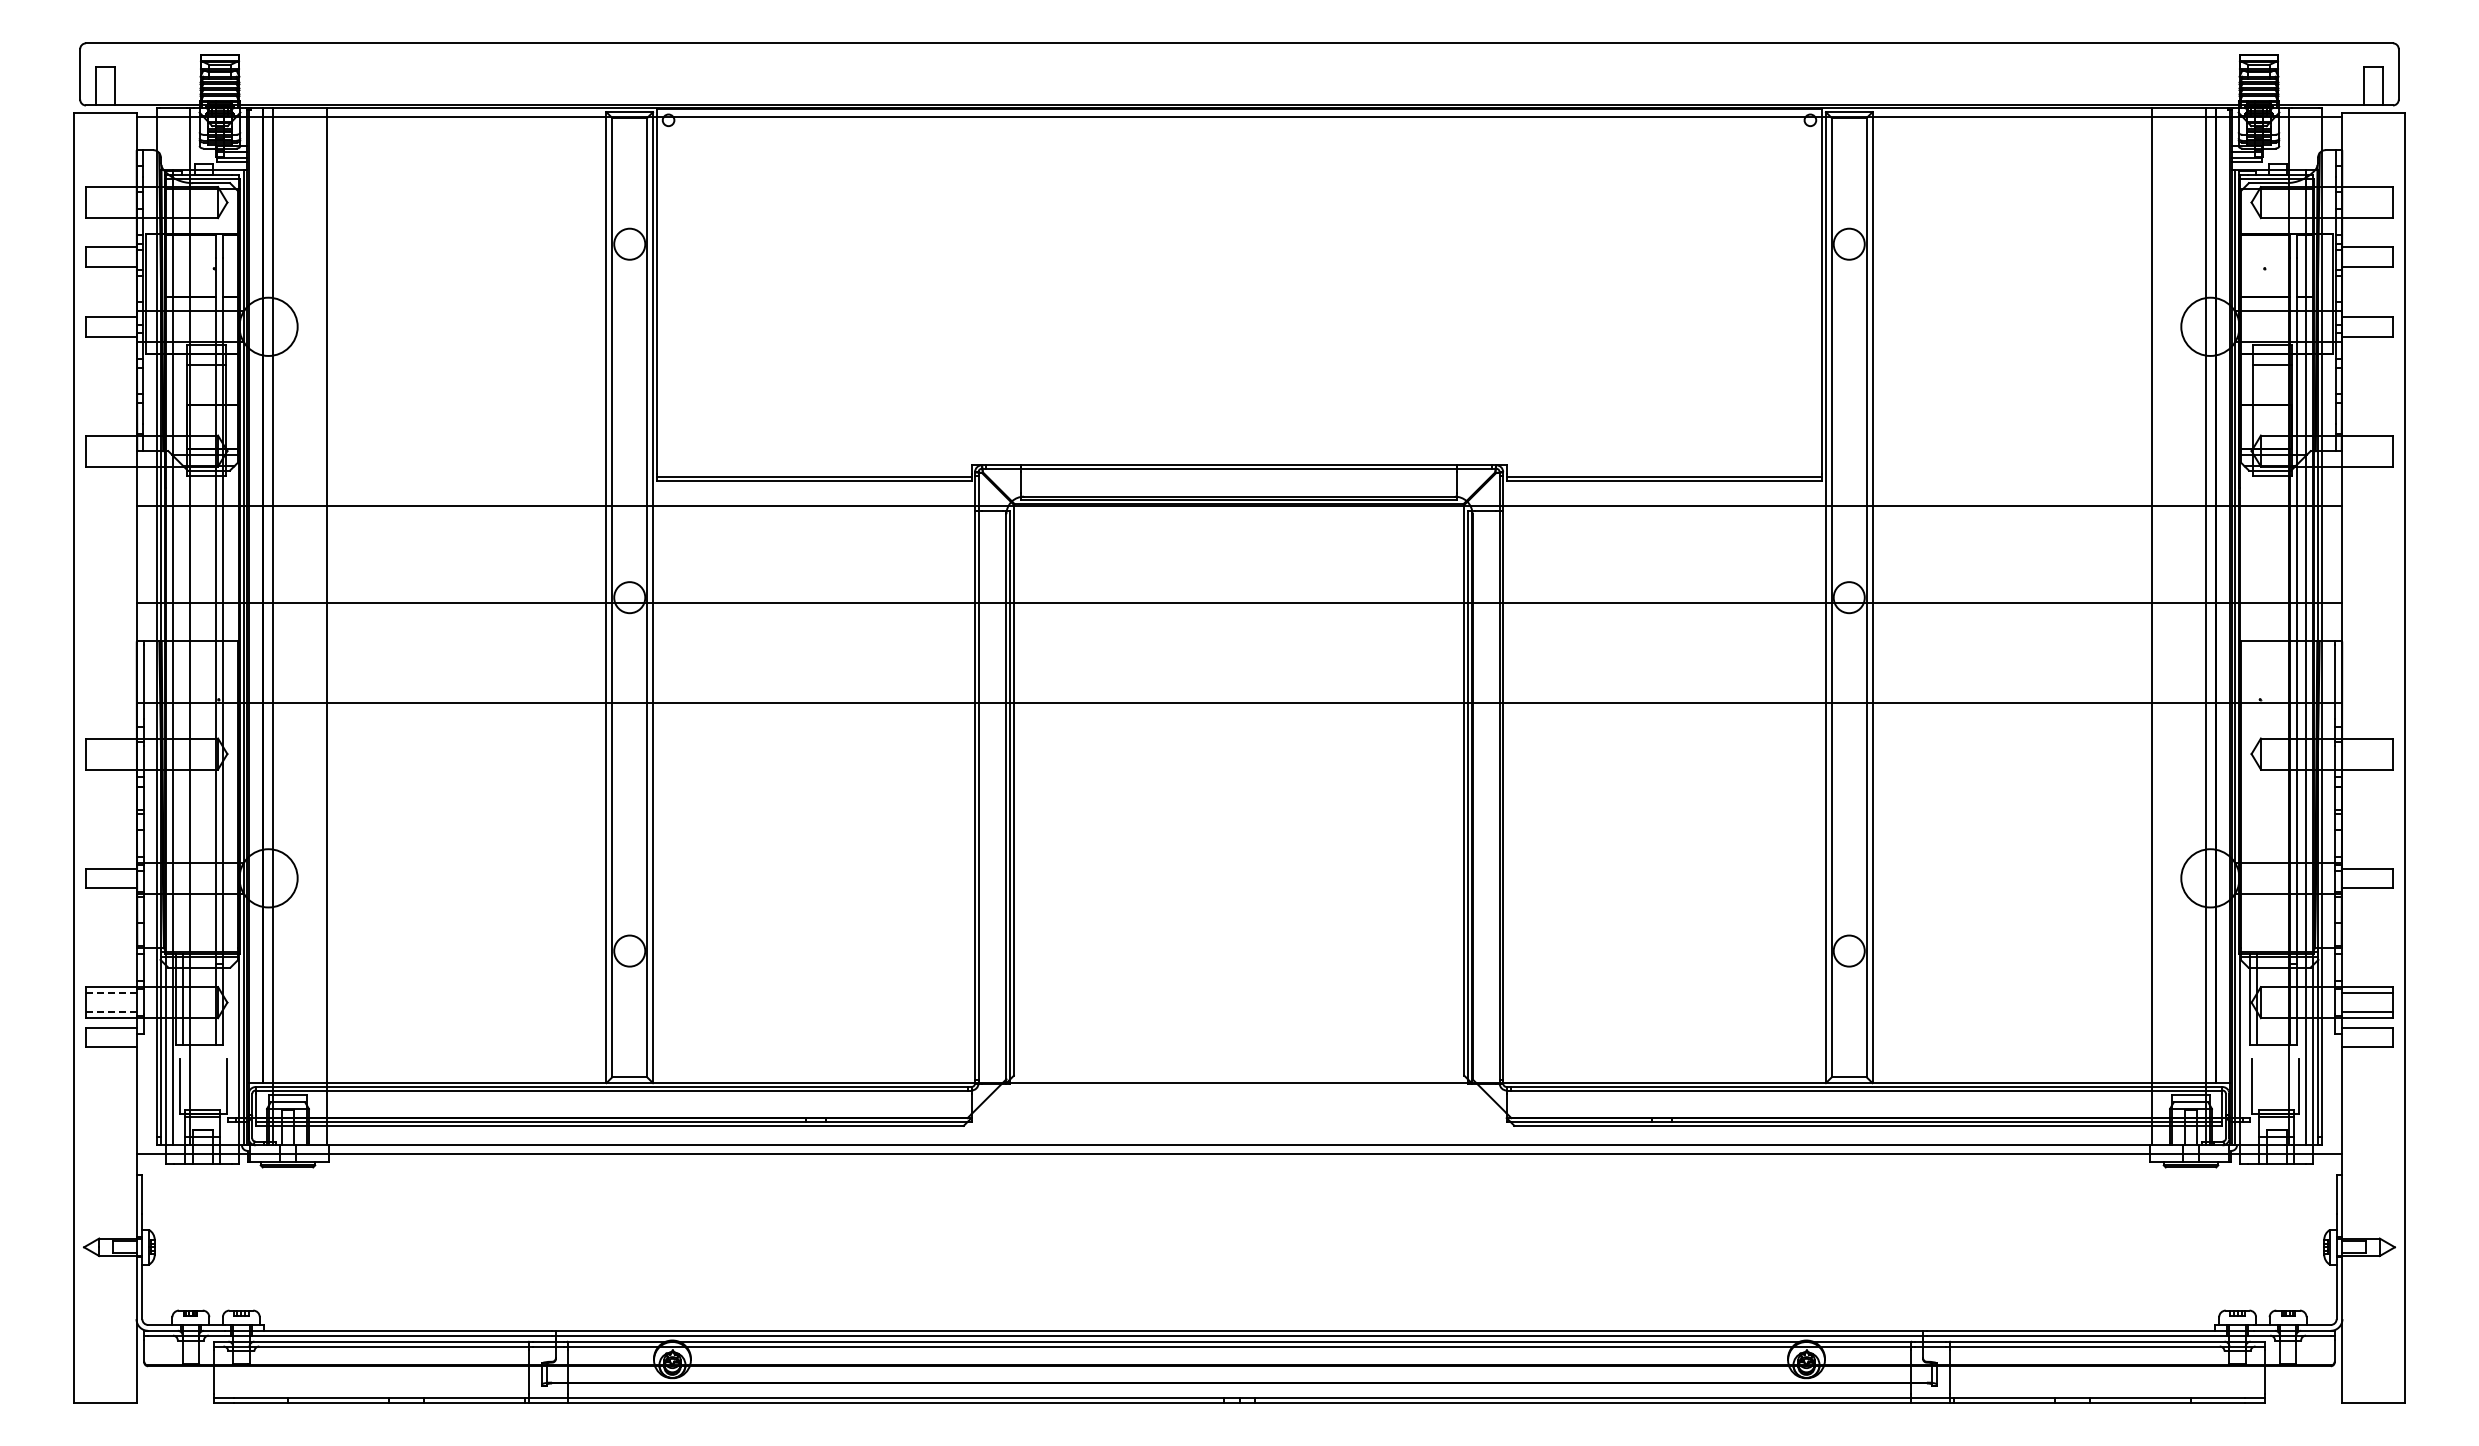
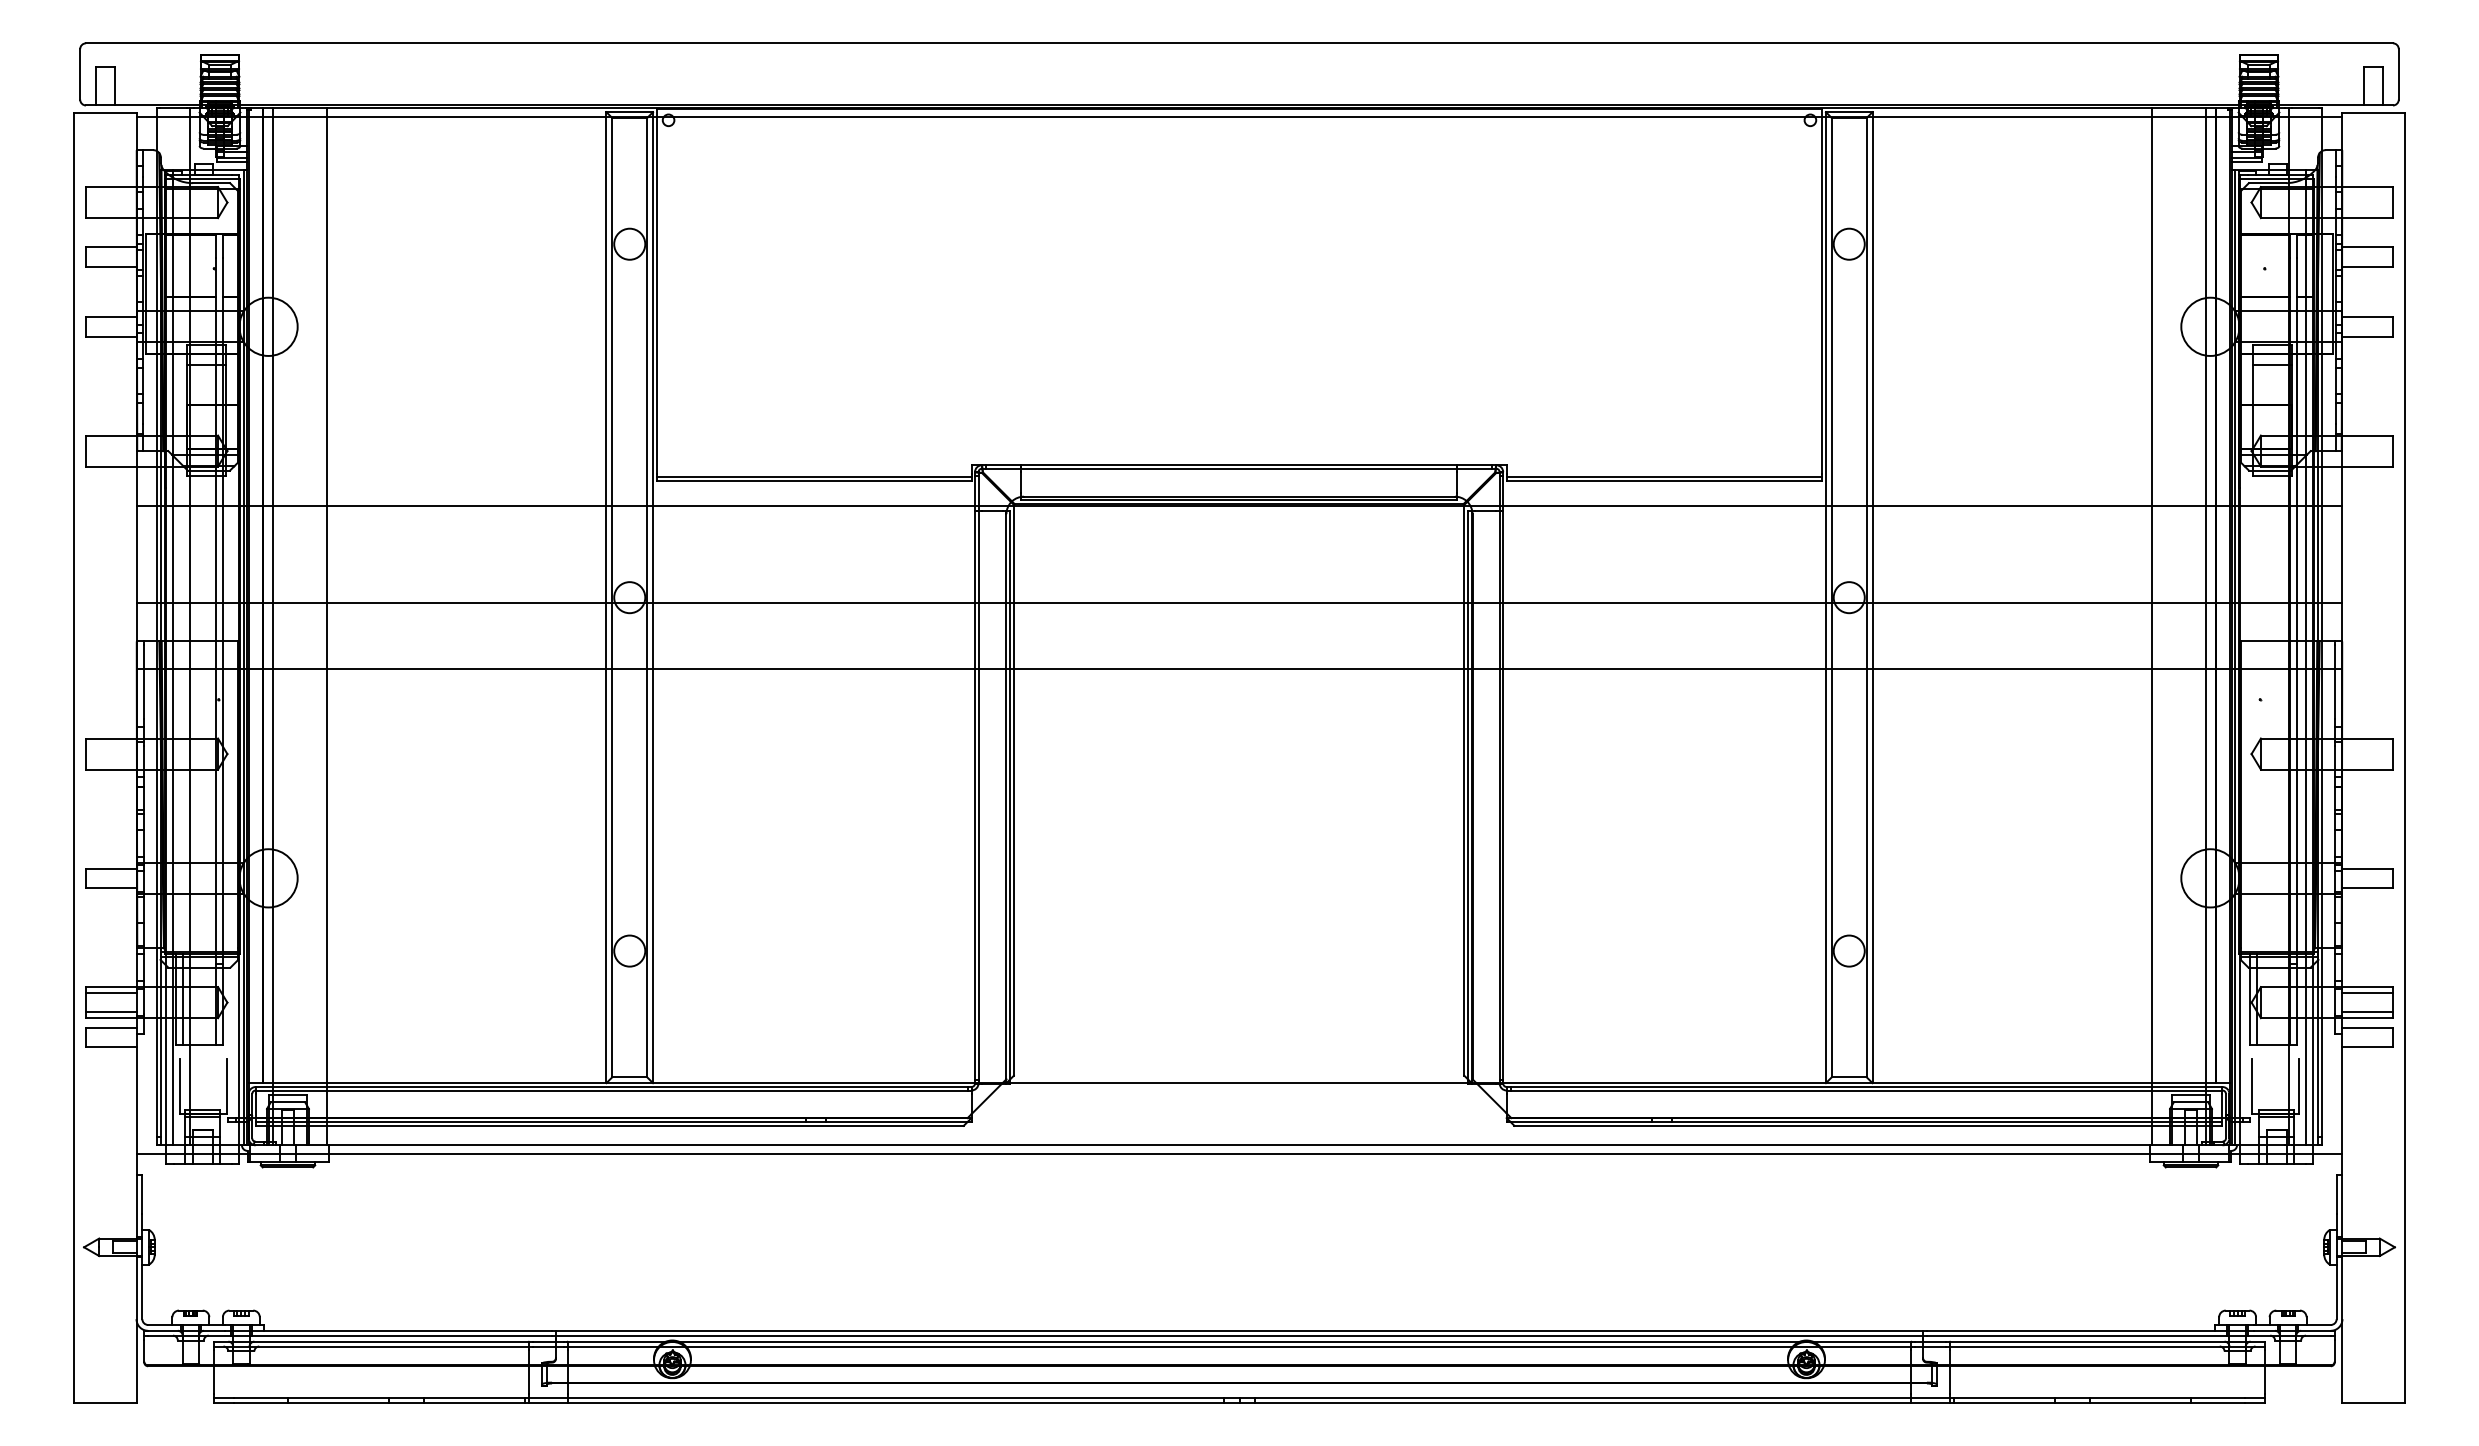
line at (1239, 702) position: (1239, 702) -> (1239, 668)
line at (110, 992): dashed -> solid
line at (110, 1012): dashed -> solid
